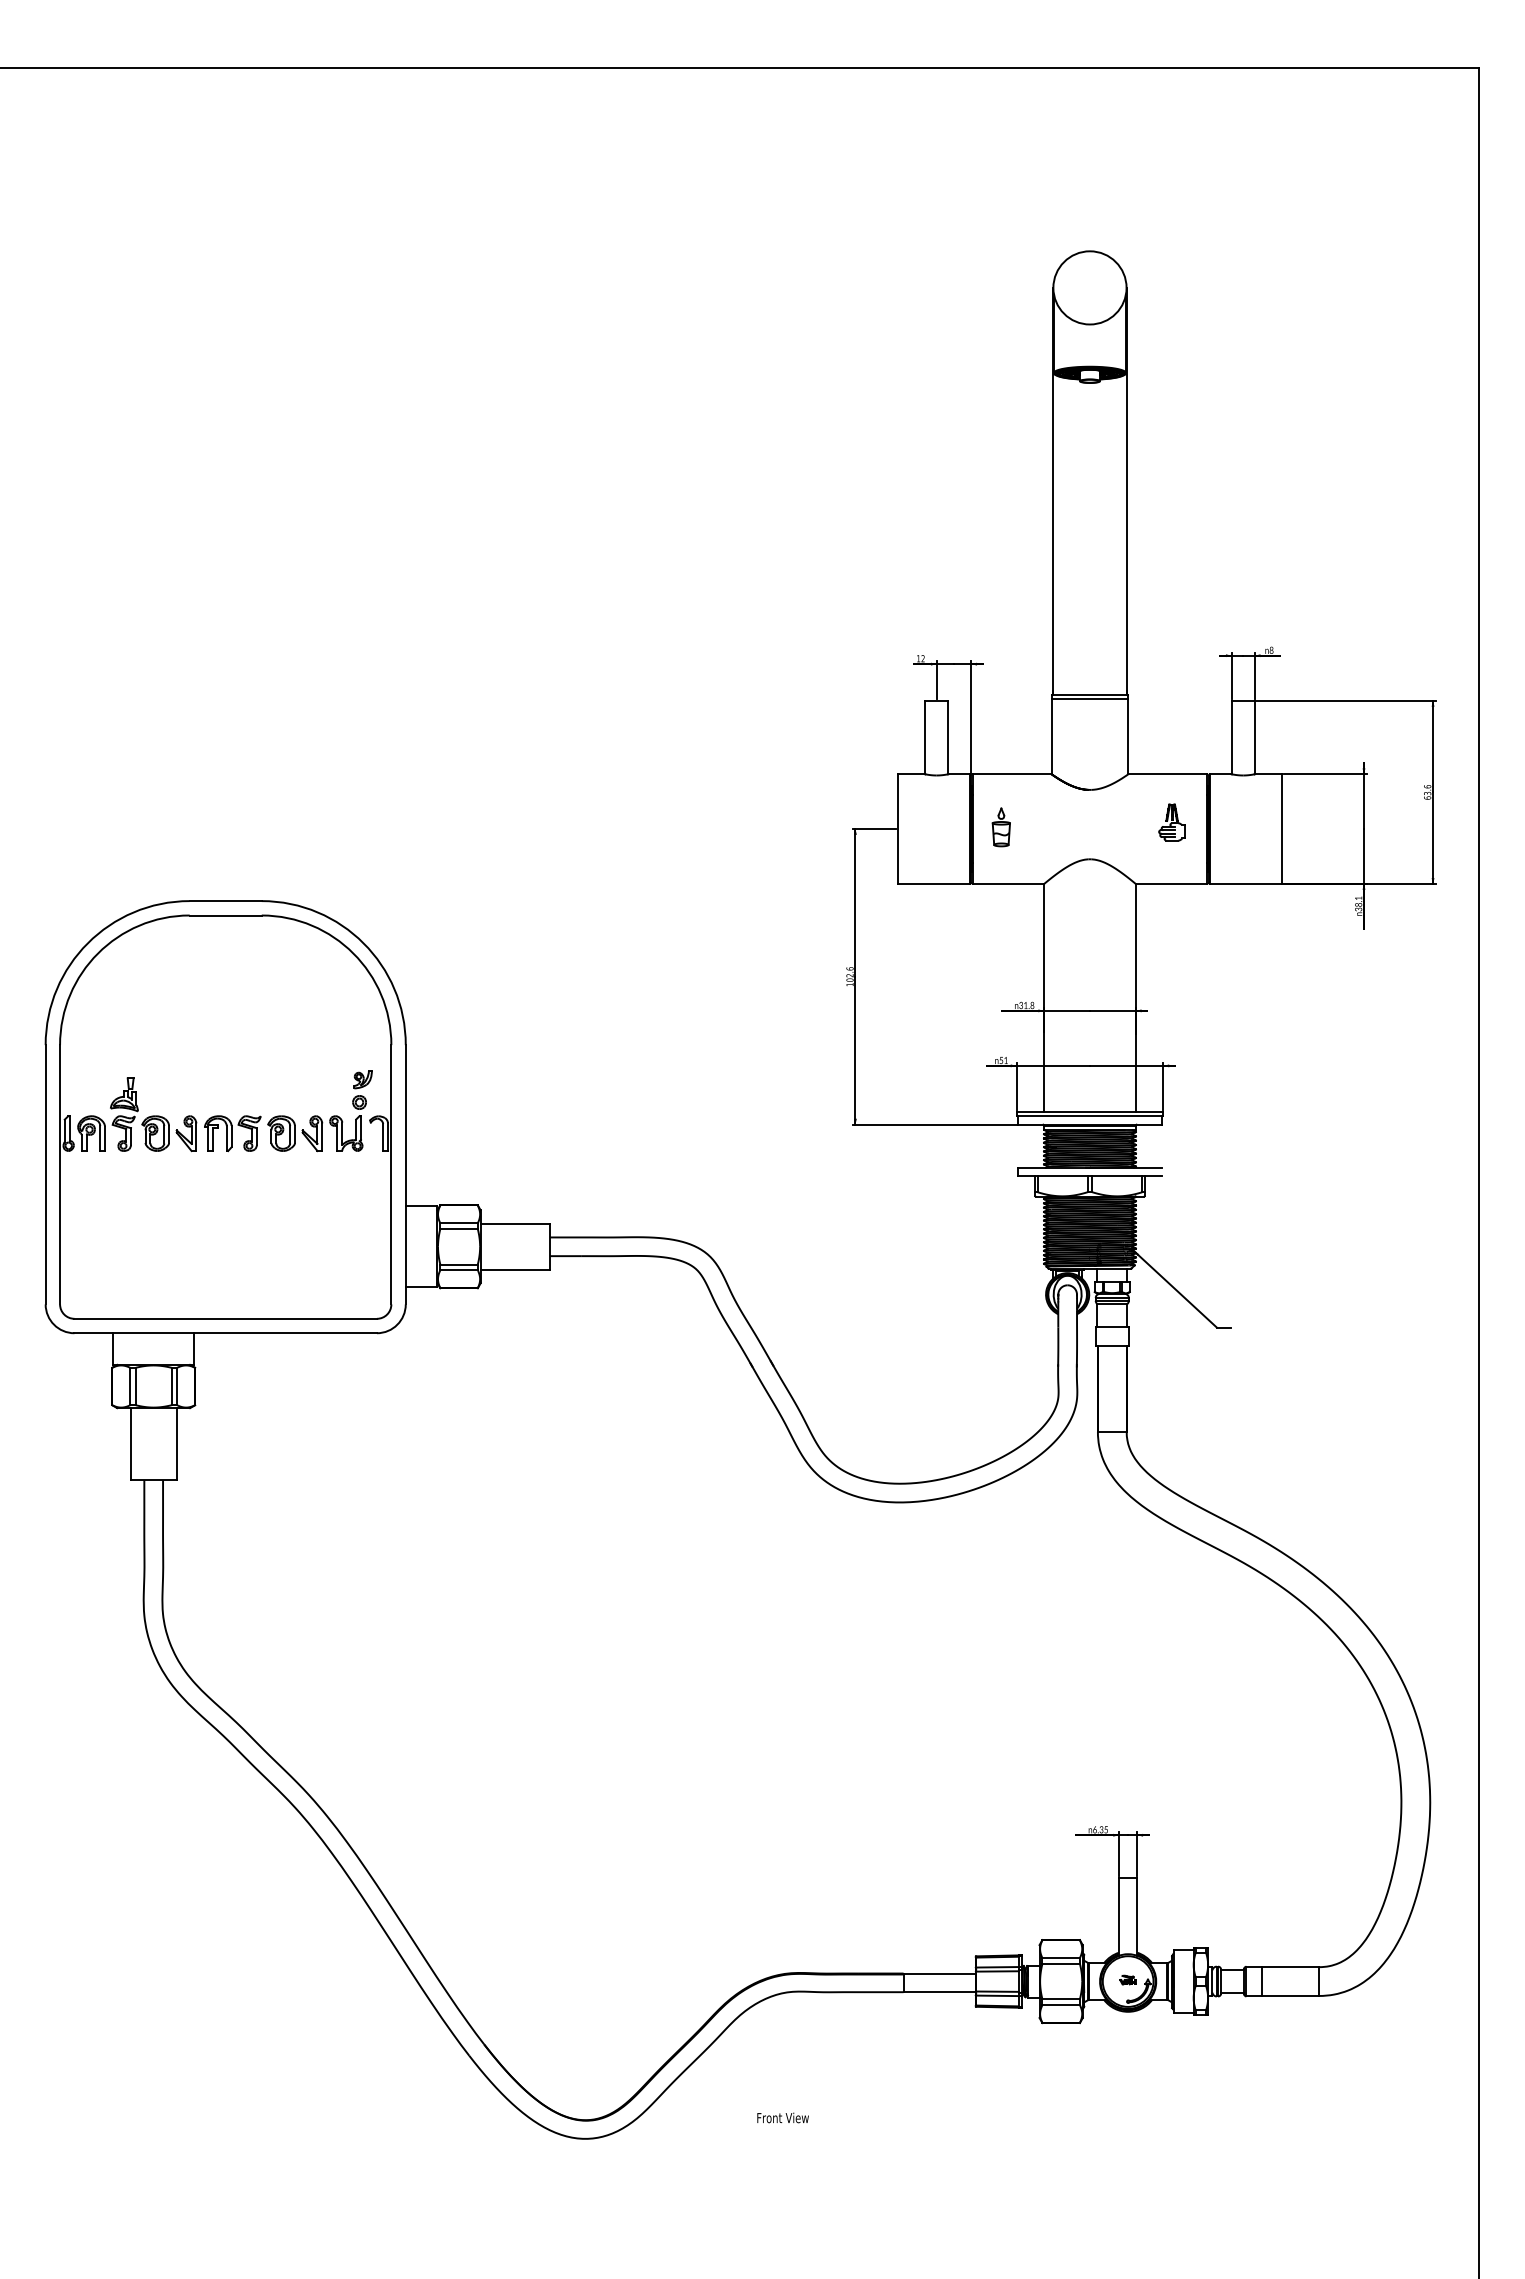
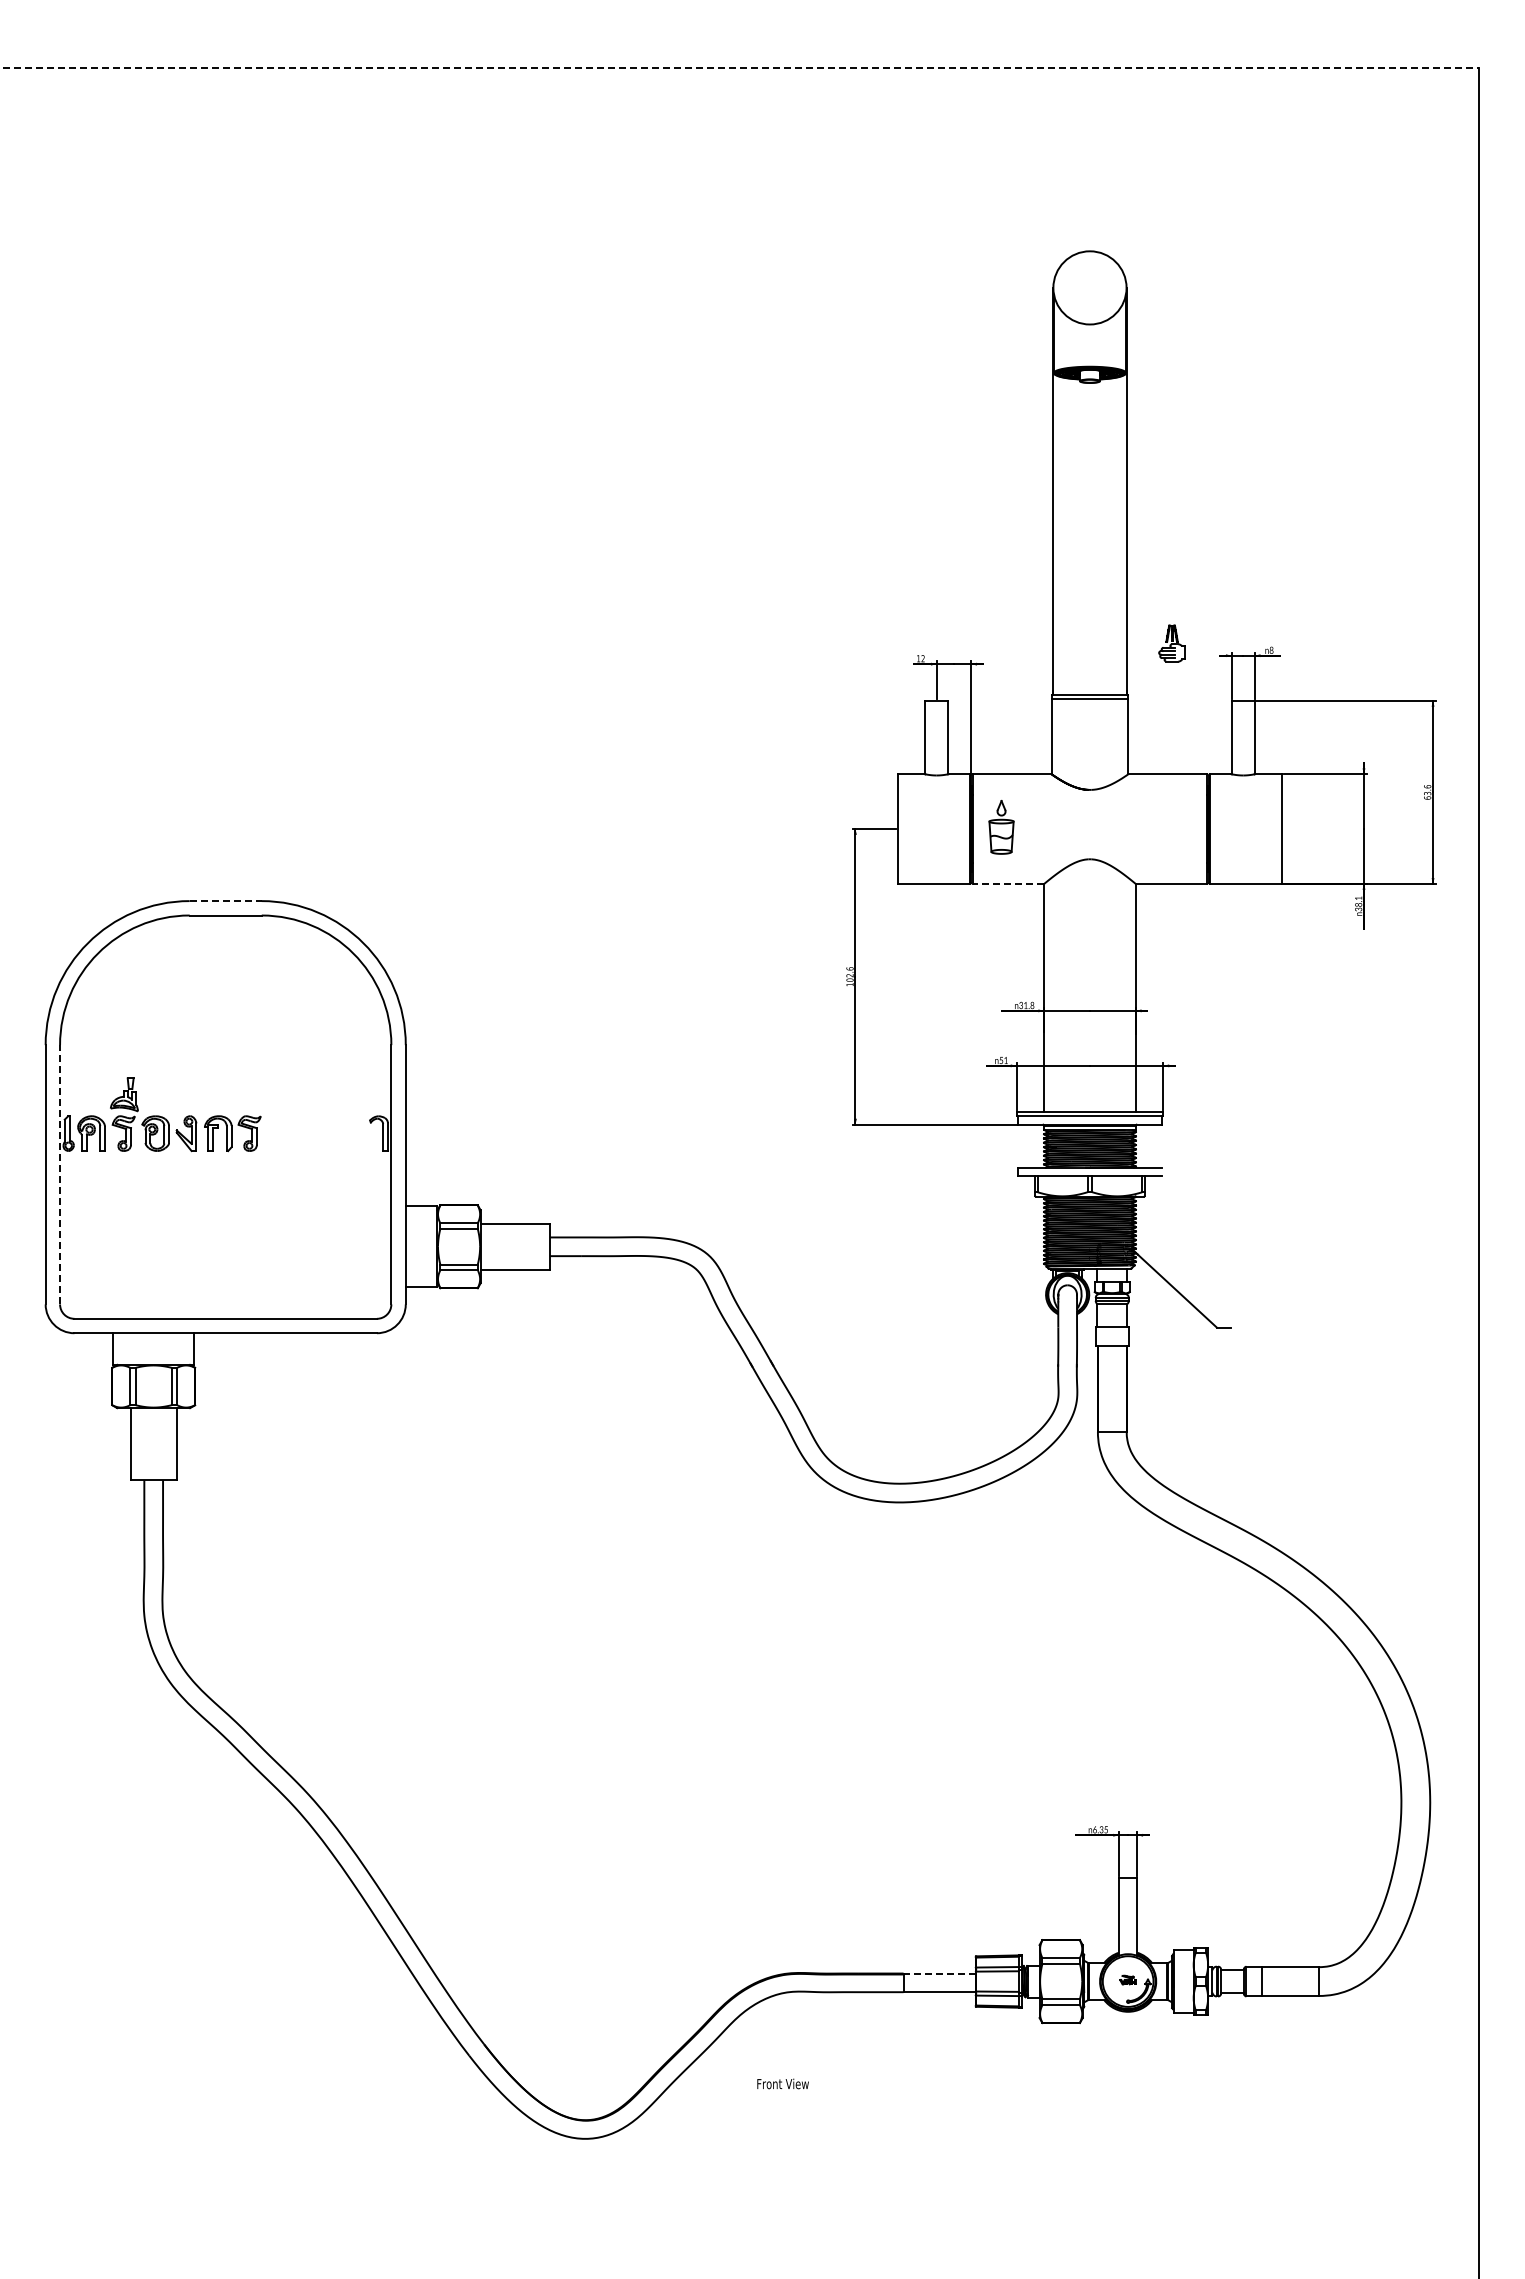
line at (740, 68): solid -> dashed
part at (1171, 822) position: (1171, 822) -> (1171, 643)
part at (1000, 827) size: 20x41 px -> 27x55 px
line at (1008, 883): solid -> dashed
line at (226, 901): solid -> dashed
part at (319, 1111): present -> none
line at (60, 1174): solid -> dashed
line at (939, 1973): solid -> dashed
text at (782, 2117) position: (782, 2117) -> (782, 2083)
